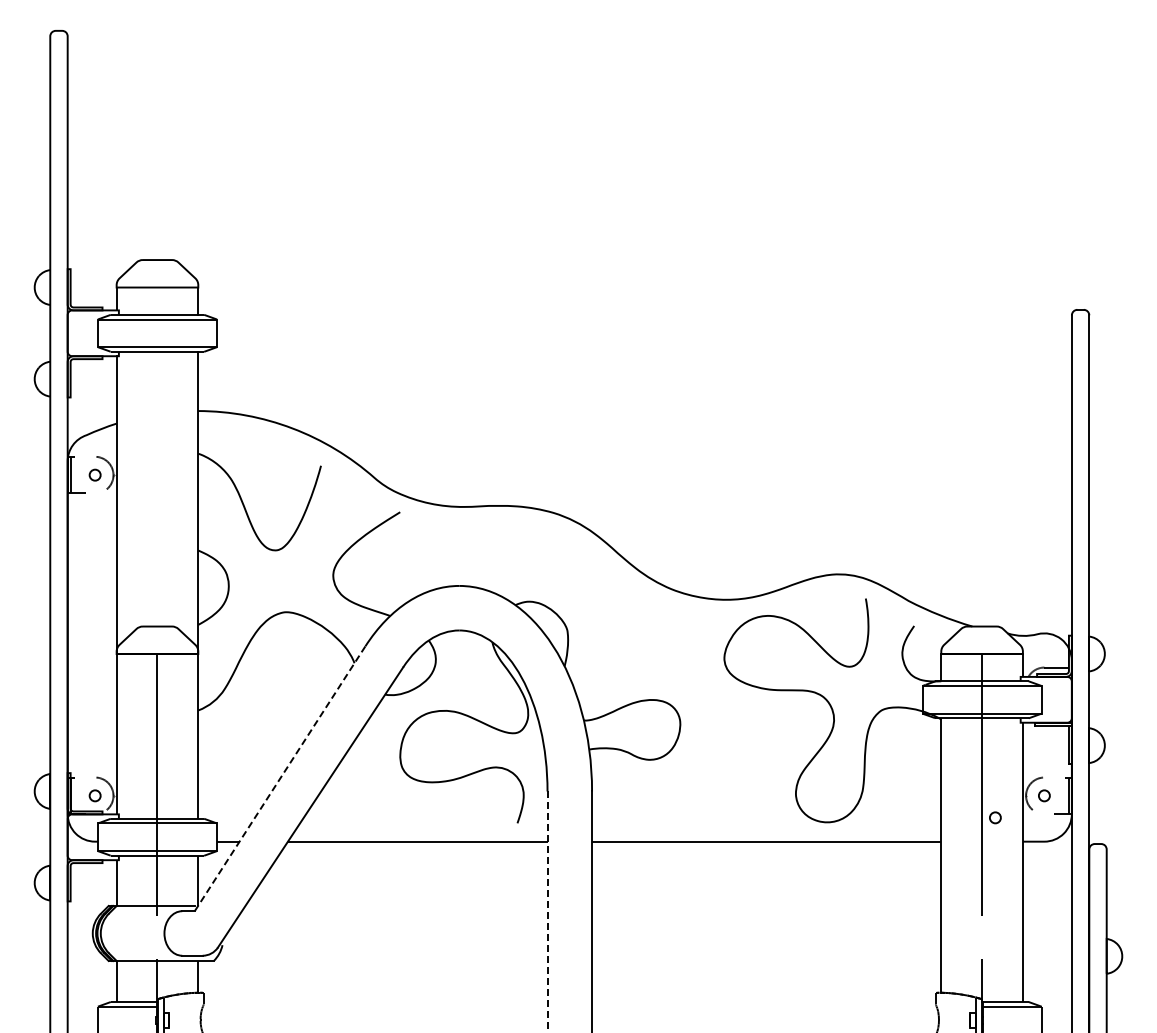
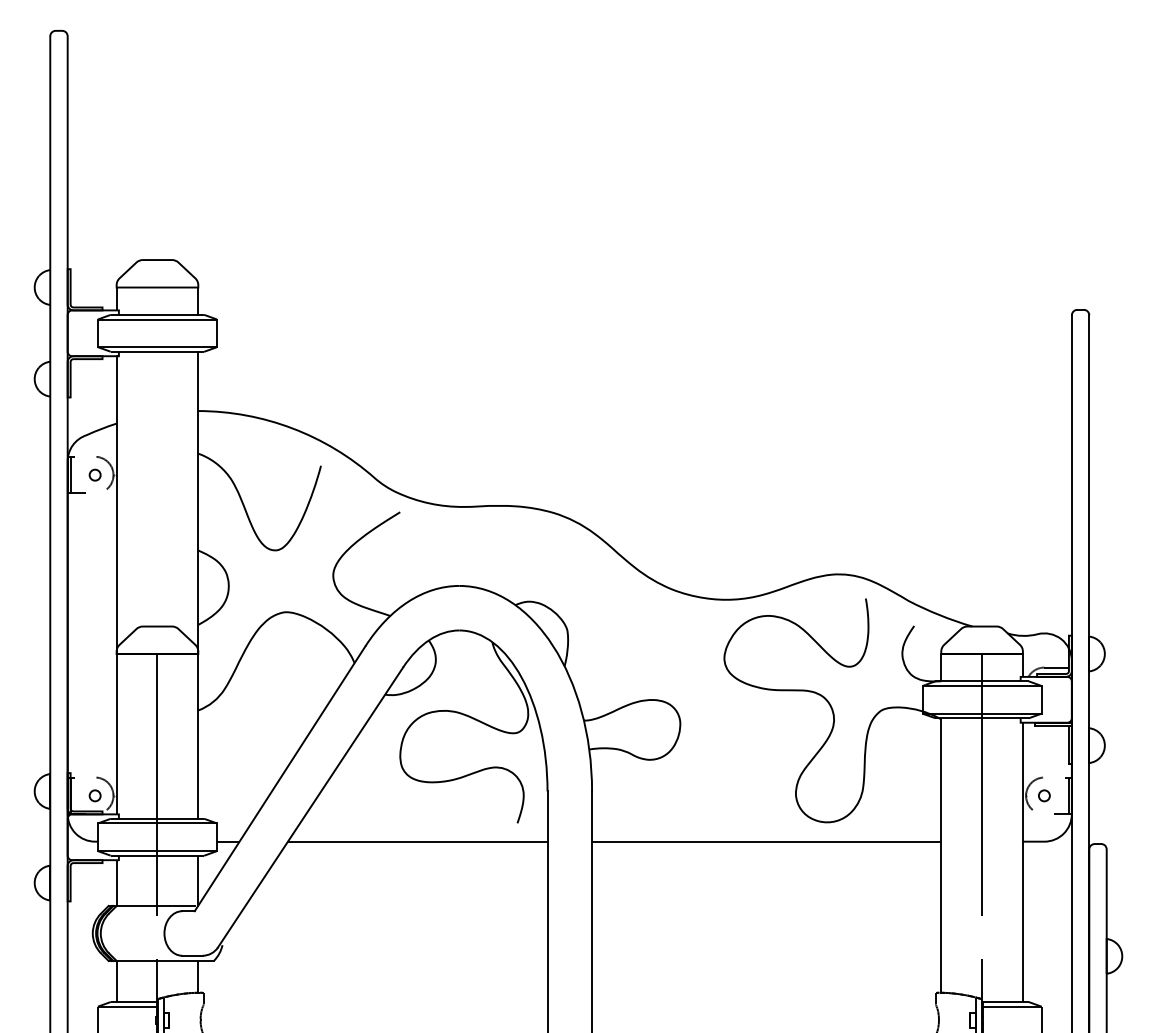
line at (280, 778): dashed -> solid
circle at (995, 817): present -> none
line at (547, 912): dashed -> solid
